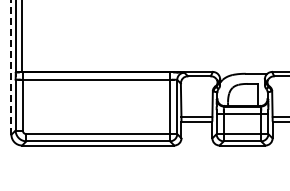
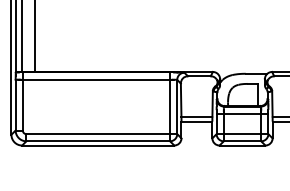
line at (34, 36): none -> present
line at (11, 67): dashed -> solid
